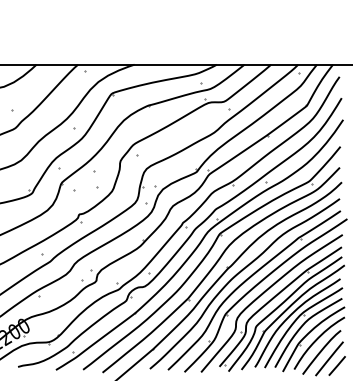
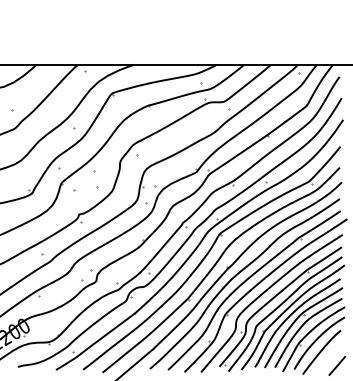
line at (329, 358): present -> none
